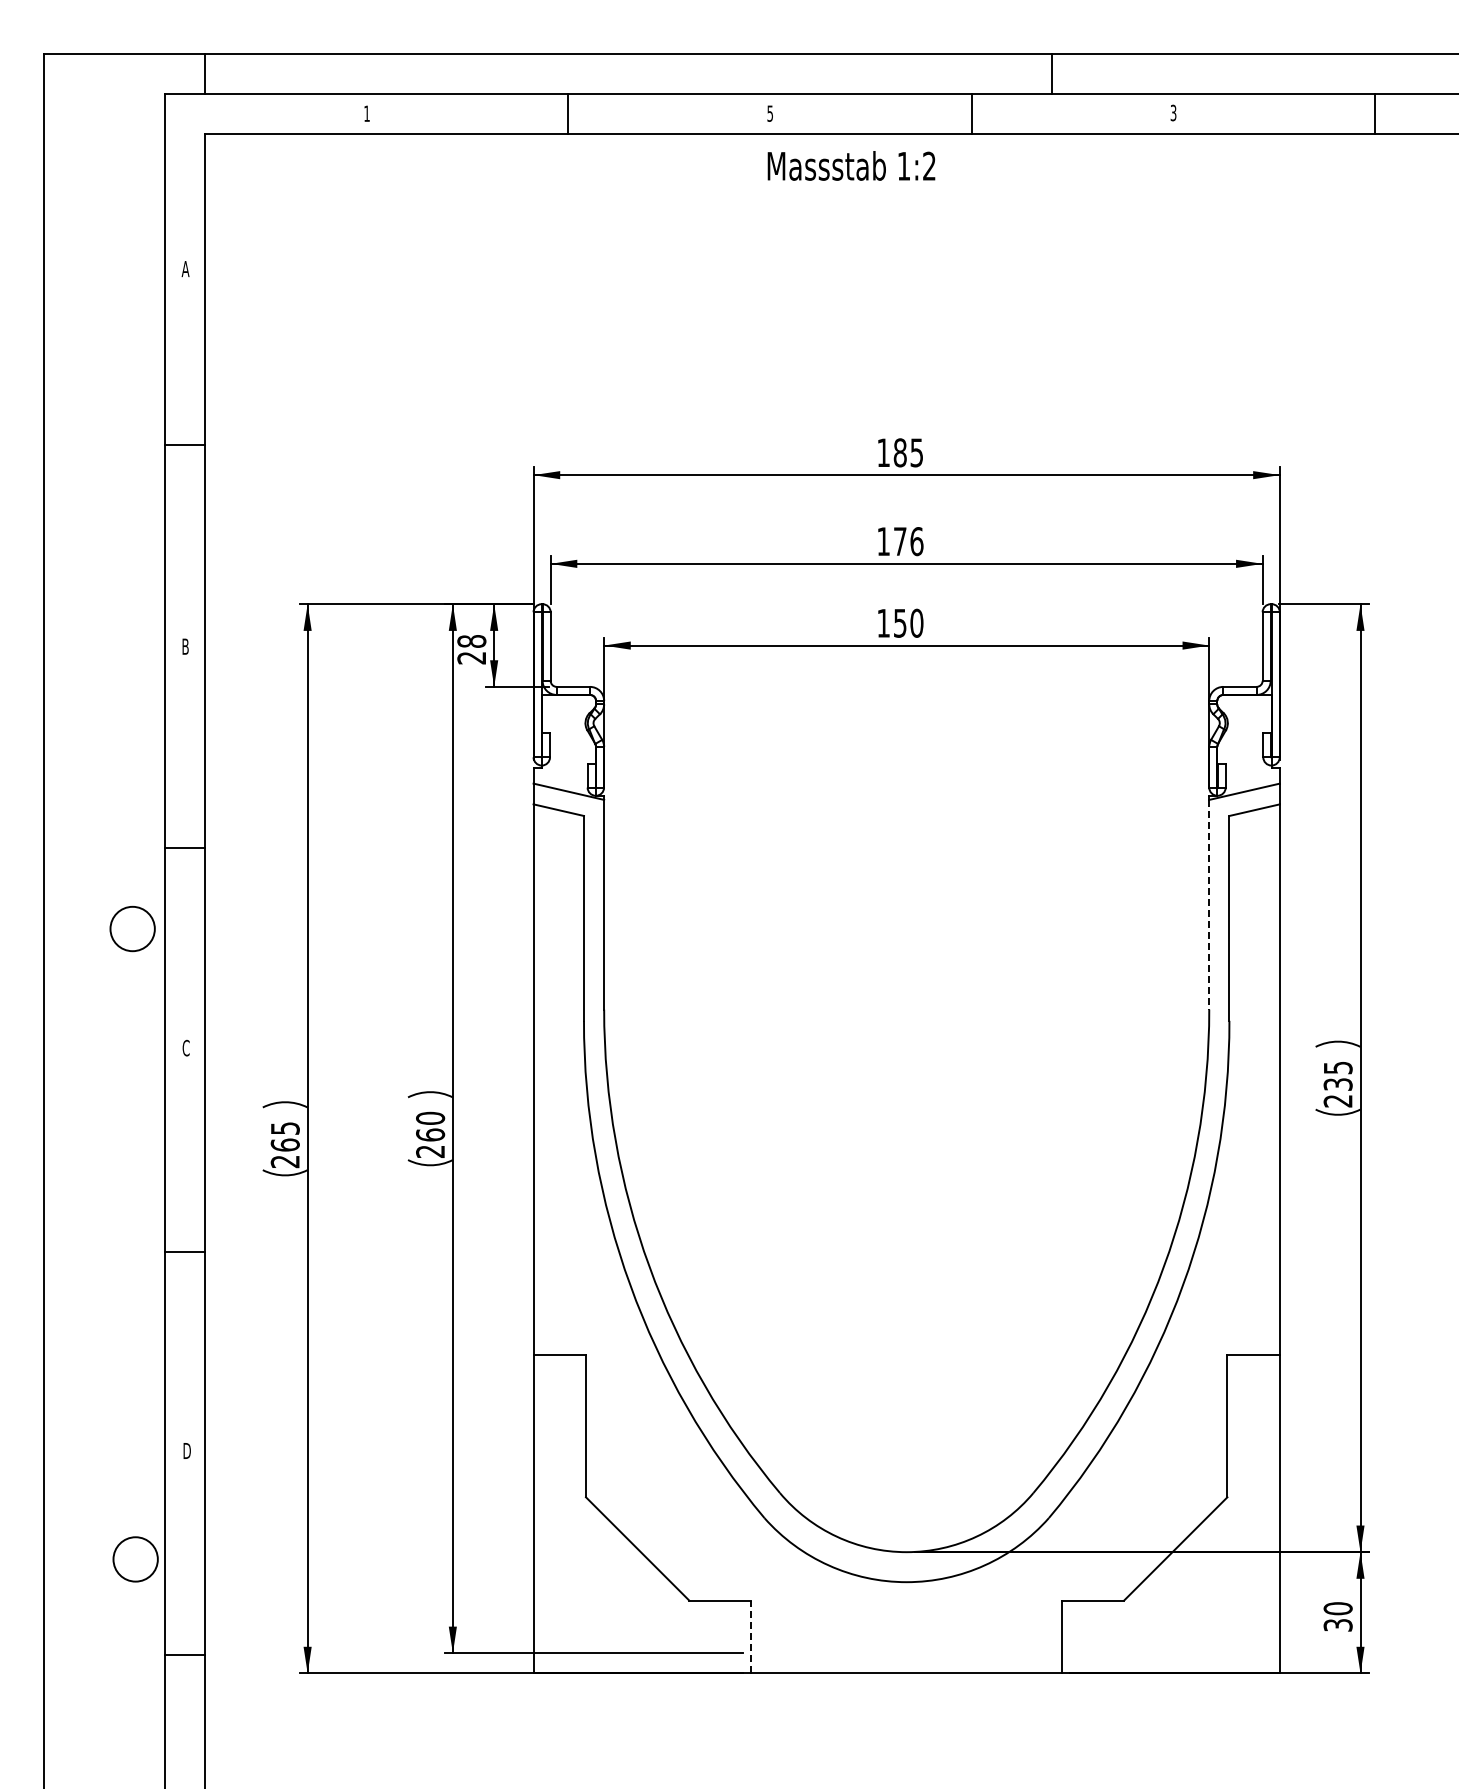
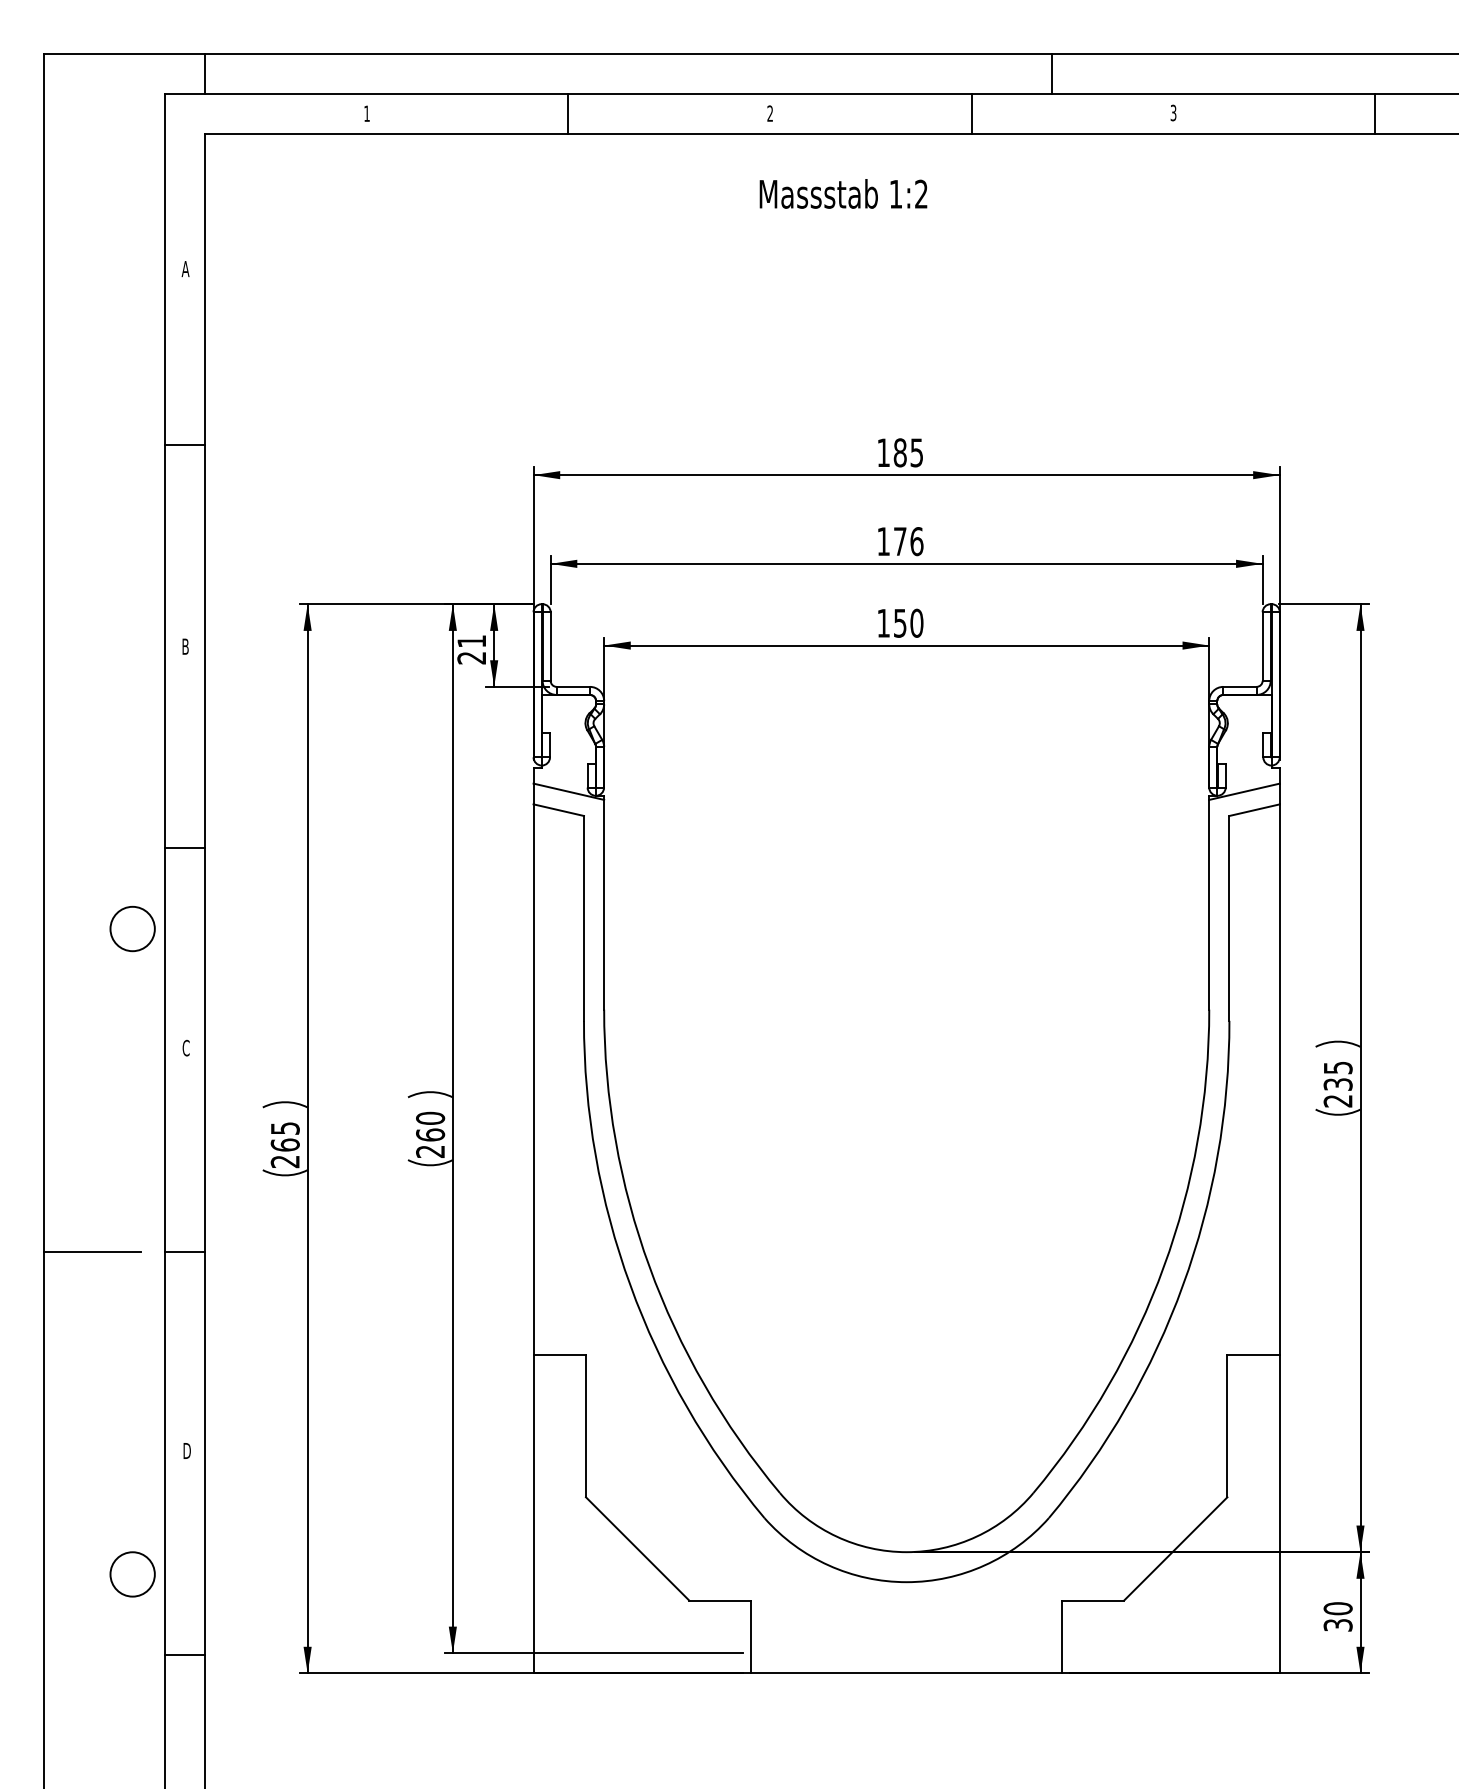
text at (769, 113): 5 -> 2
text at (851, 165) position: (851, 165) -> (843, 193)
text at (471, 641): 28 -> 21
line at (1209, 904): dashed -> solid
line at (91, 1251): none -> present
circle at (135, 1559) position: (135, 1559) -> (132, 1574)
line at (751, 1636): dashed -> solid
